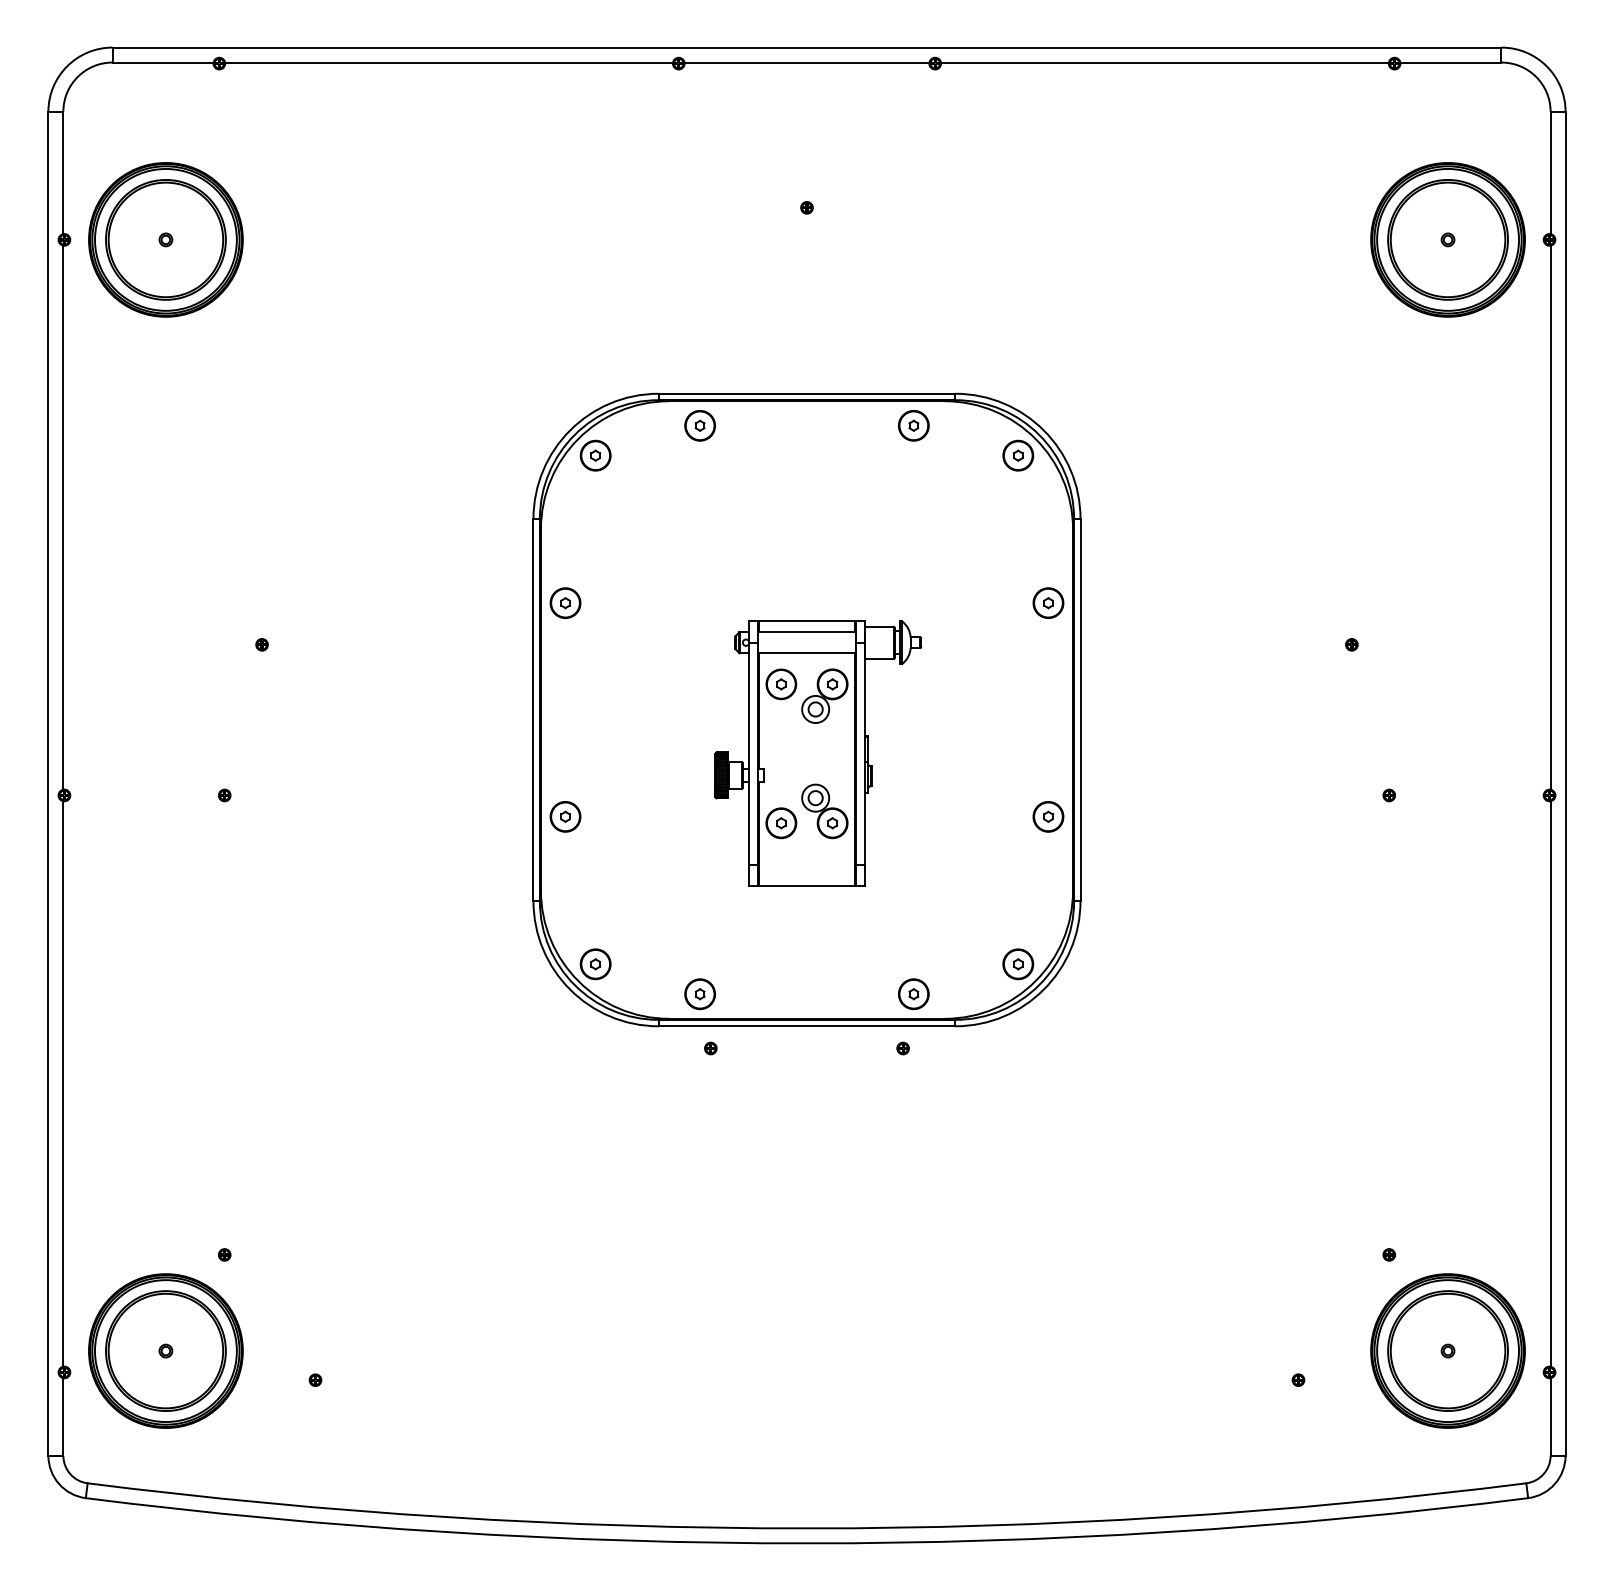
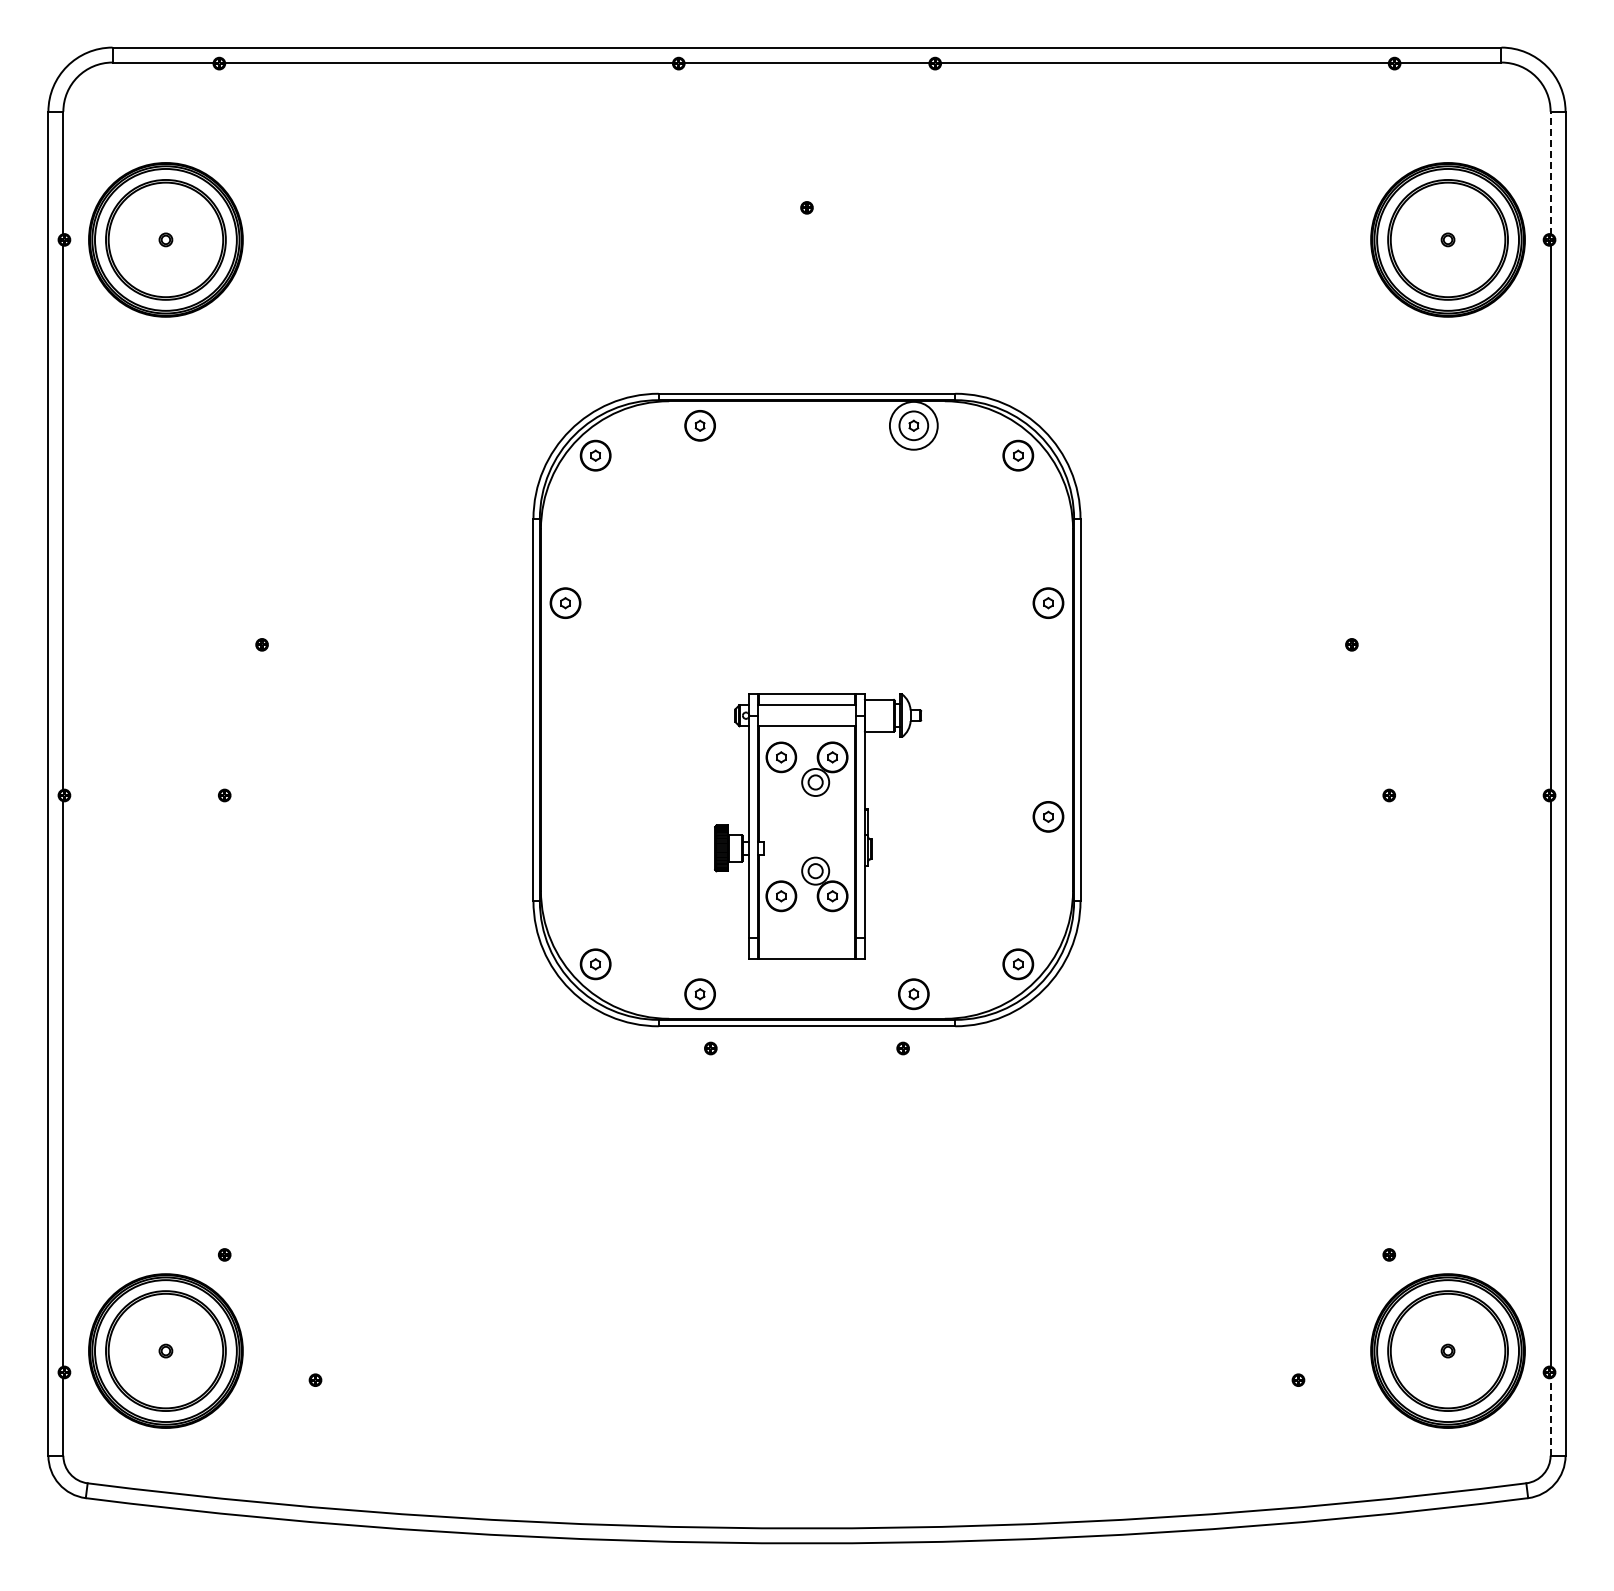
line at (1550, 173): solid -> dashed
circle at (913, 425) diameter: 30 px -> 48 px
part at (818, 753) position: (818, 753) -> (818, 826)
part at (565, 816): present -> none
line at (1550, 1415): solid -> dashed
